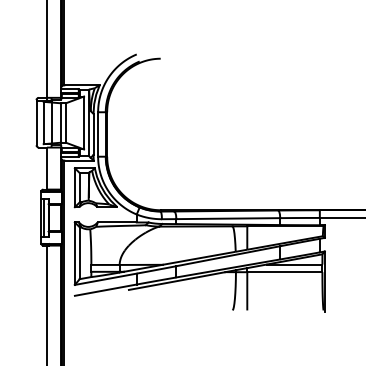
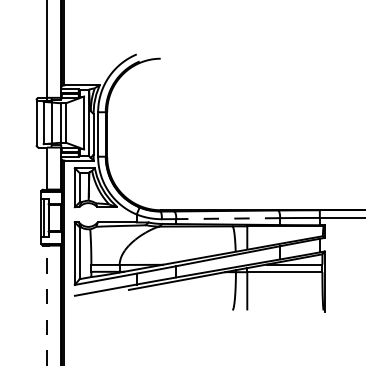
line at (228, 218): solid -> dashed
line at (46, 305): solid -> dashed
